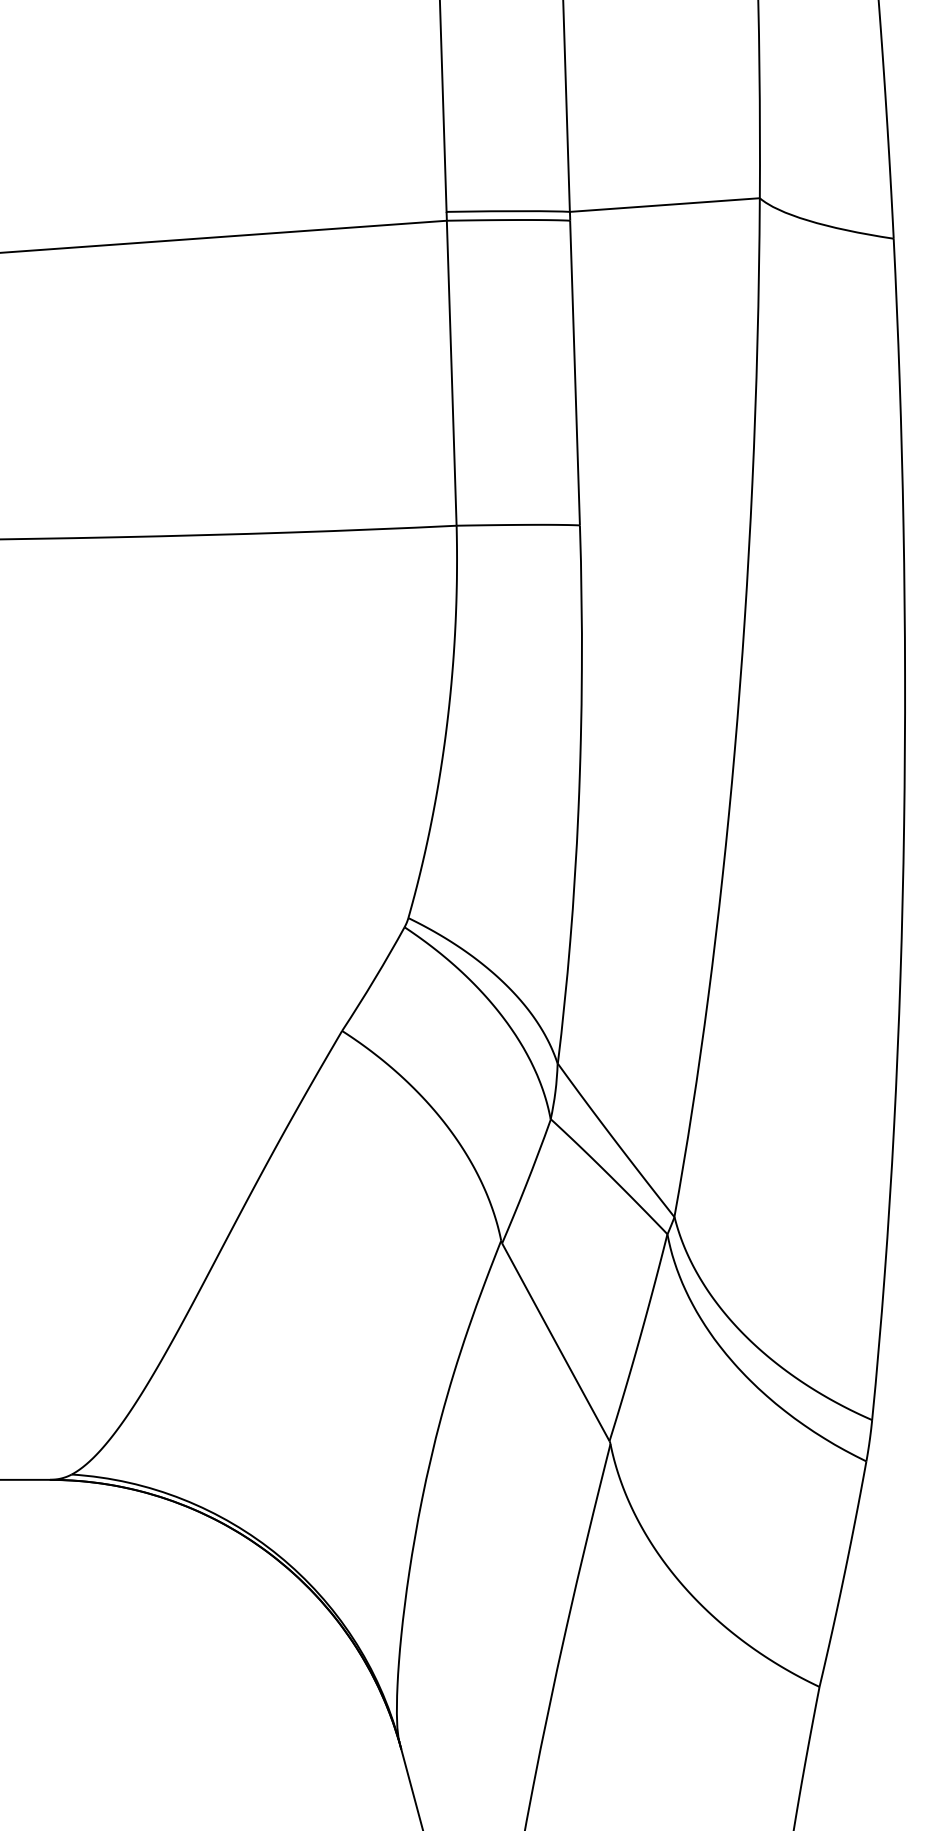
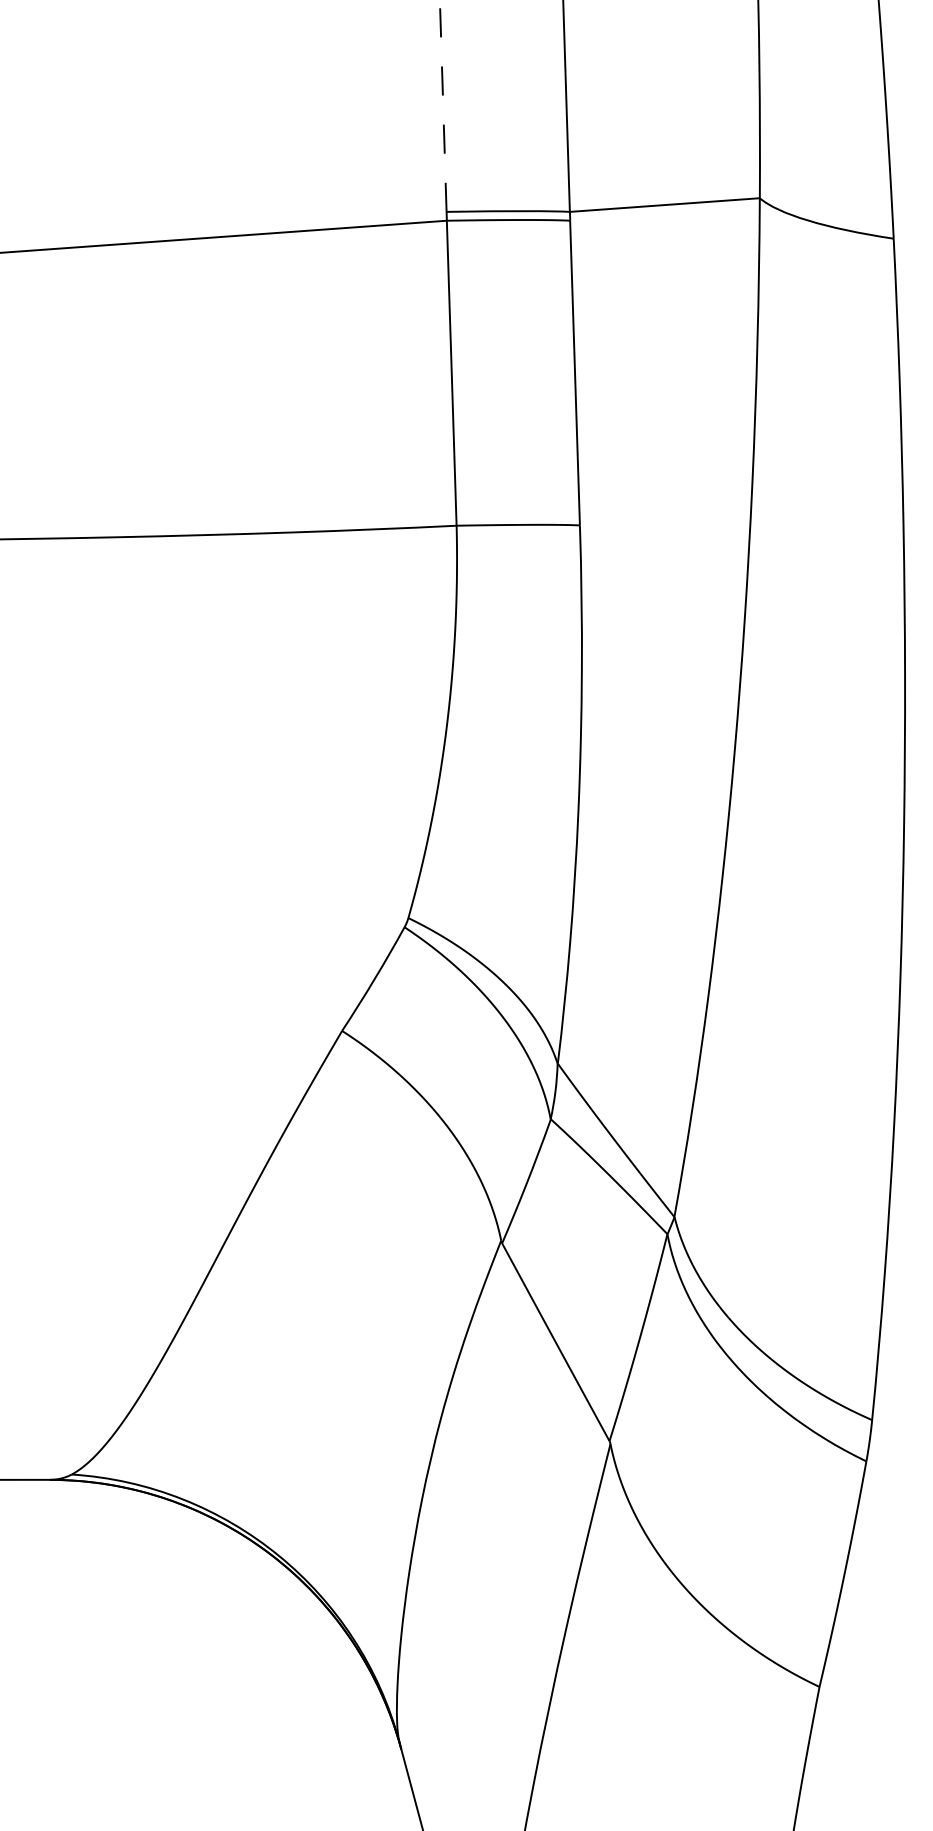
line at (443, 105): solid -> dashed
